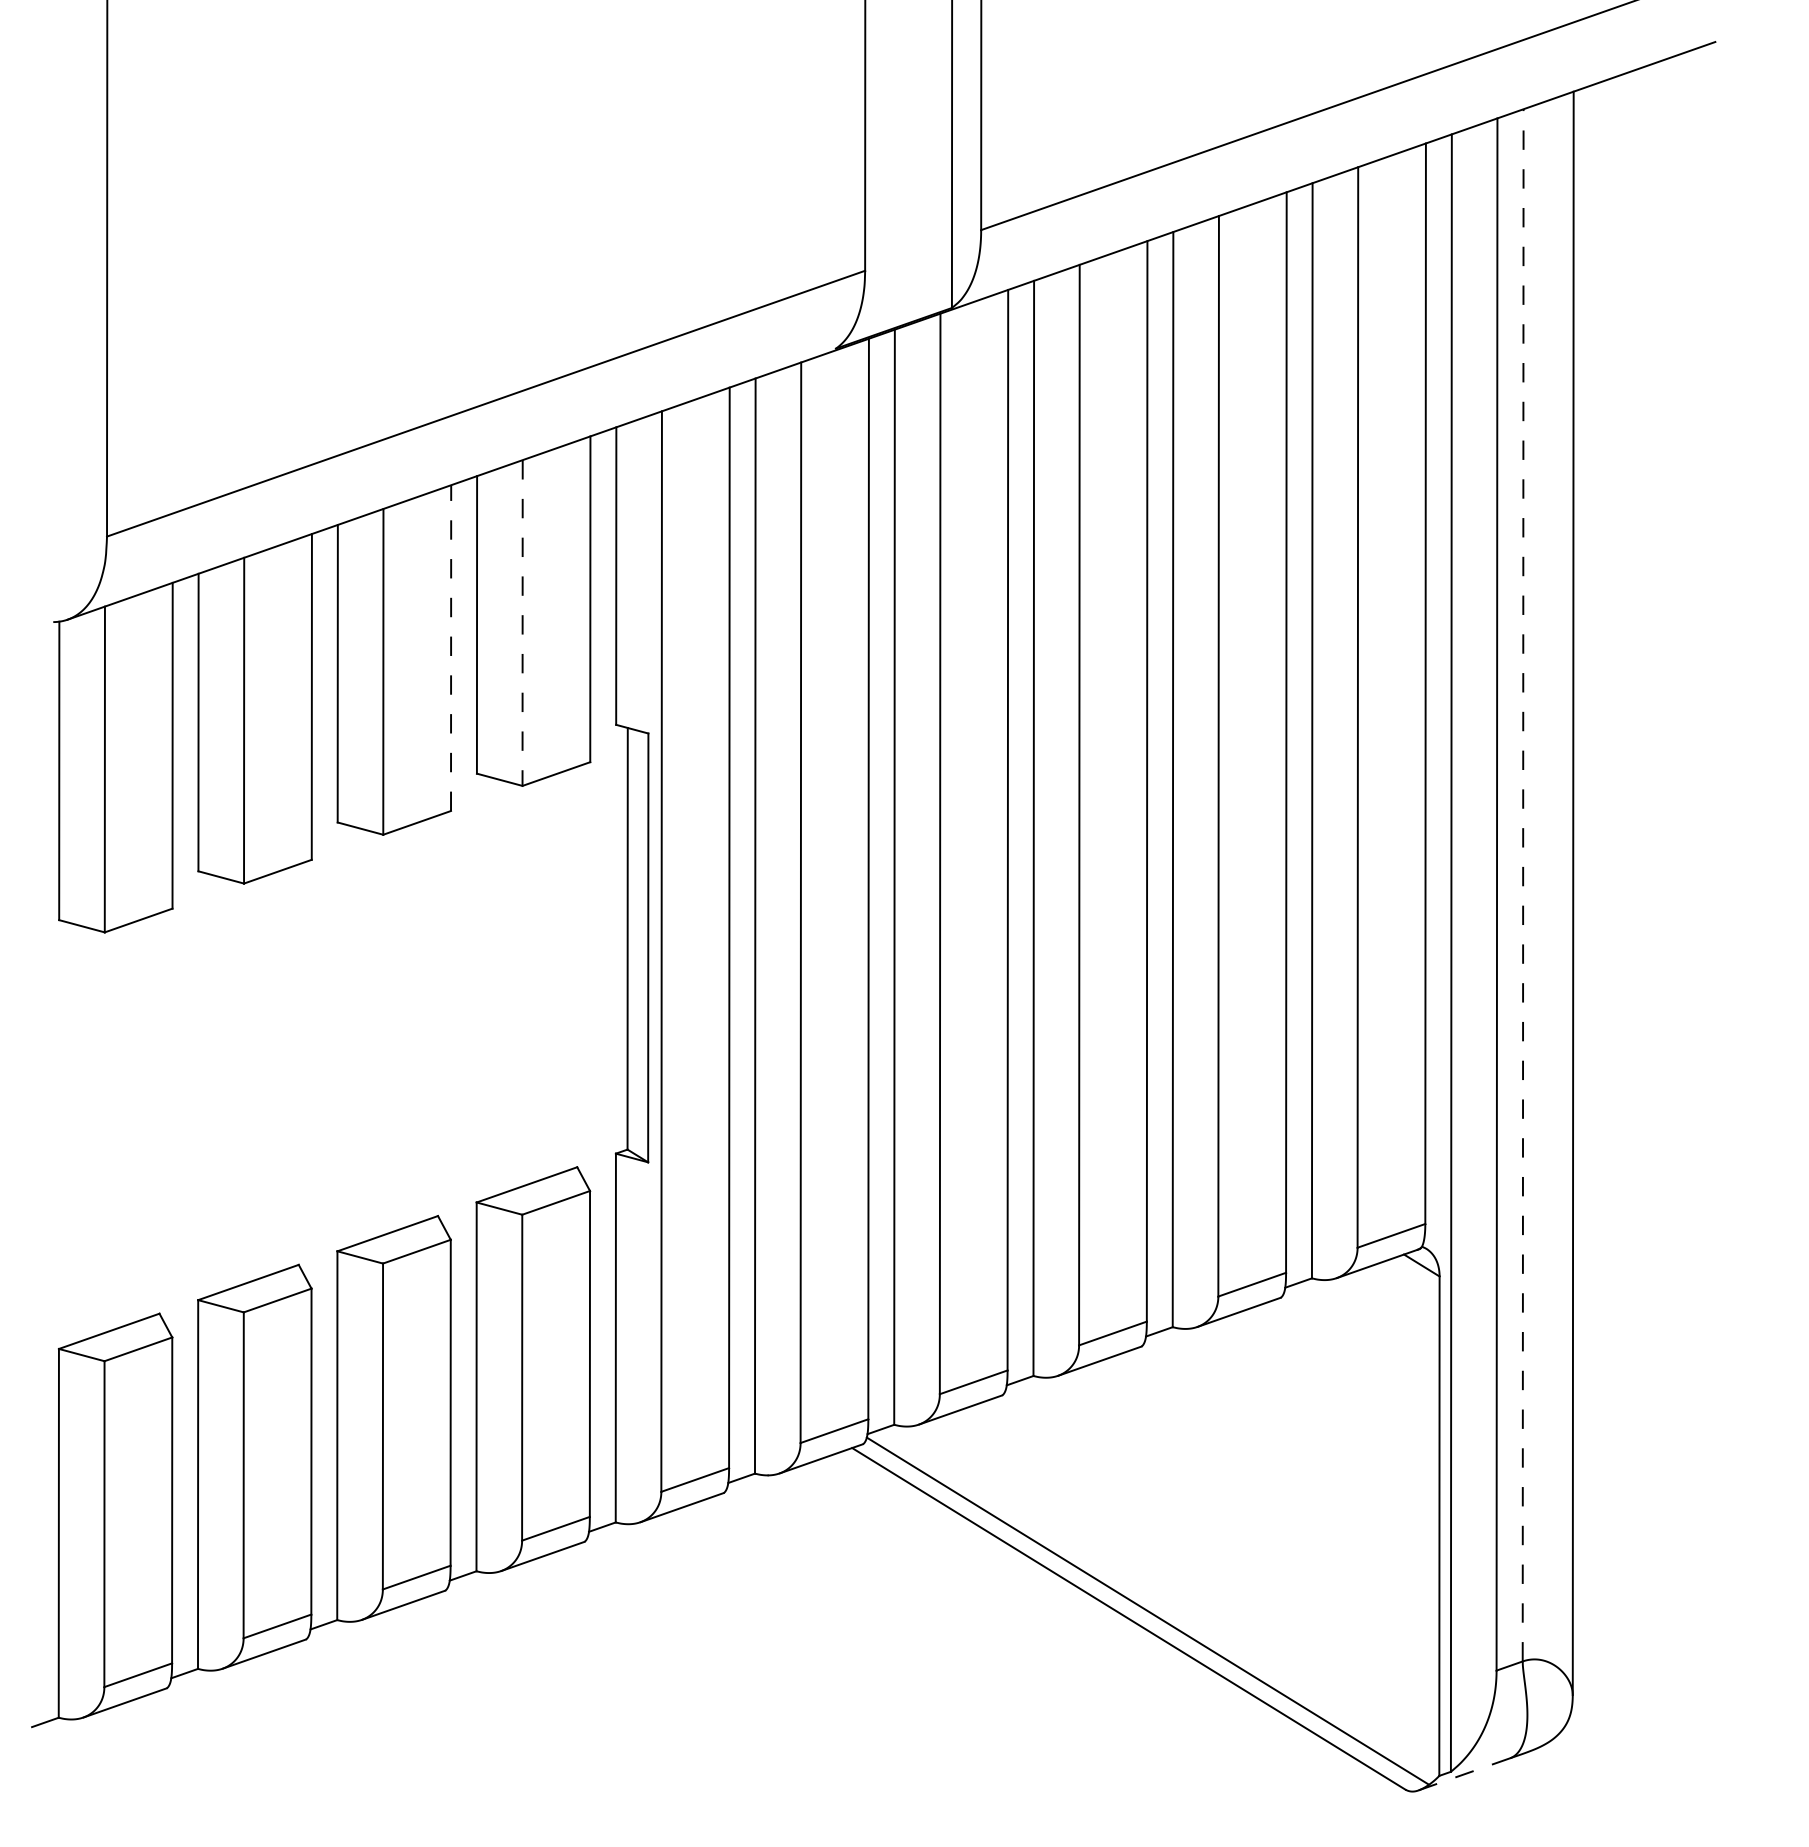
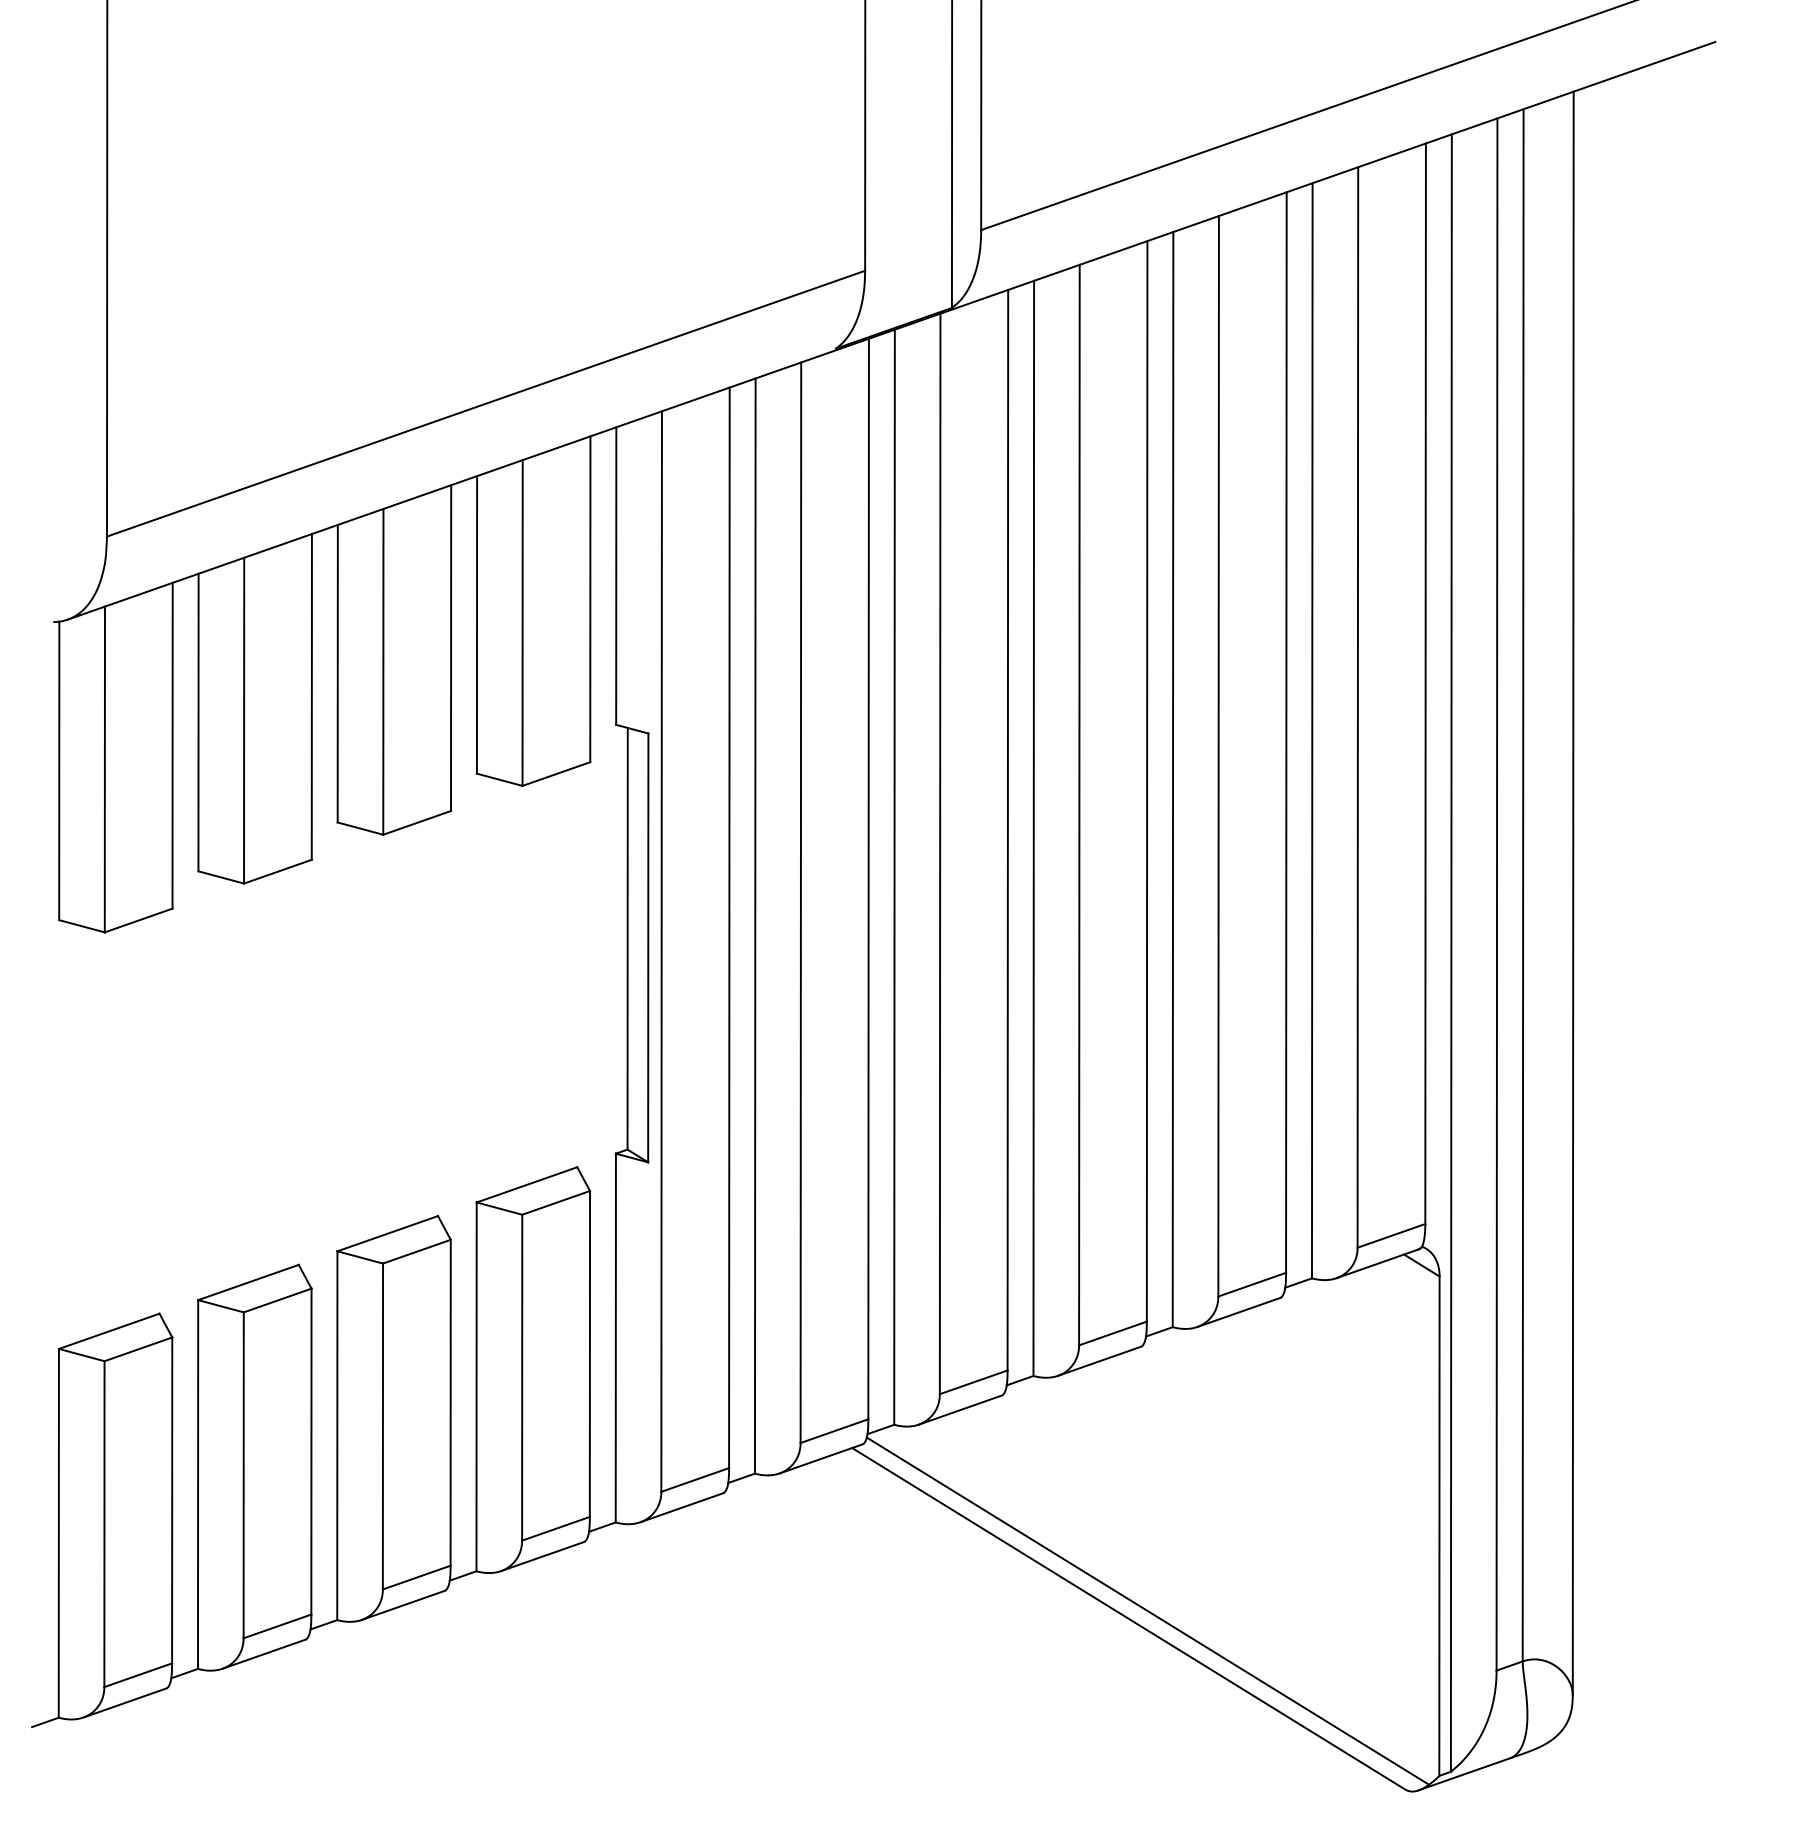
line at (522, 623): dashed -> solid
line at (451, 648): dashed -> solid
line at (1523, 884): dashed -> solid
line at (1464, 1774): dashed -> solid
